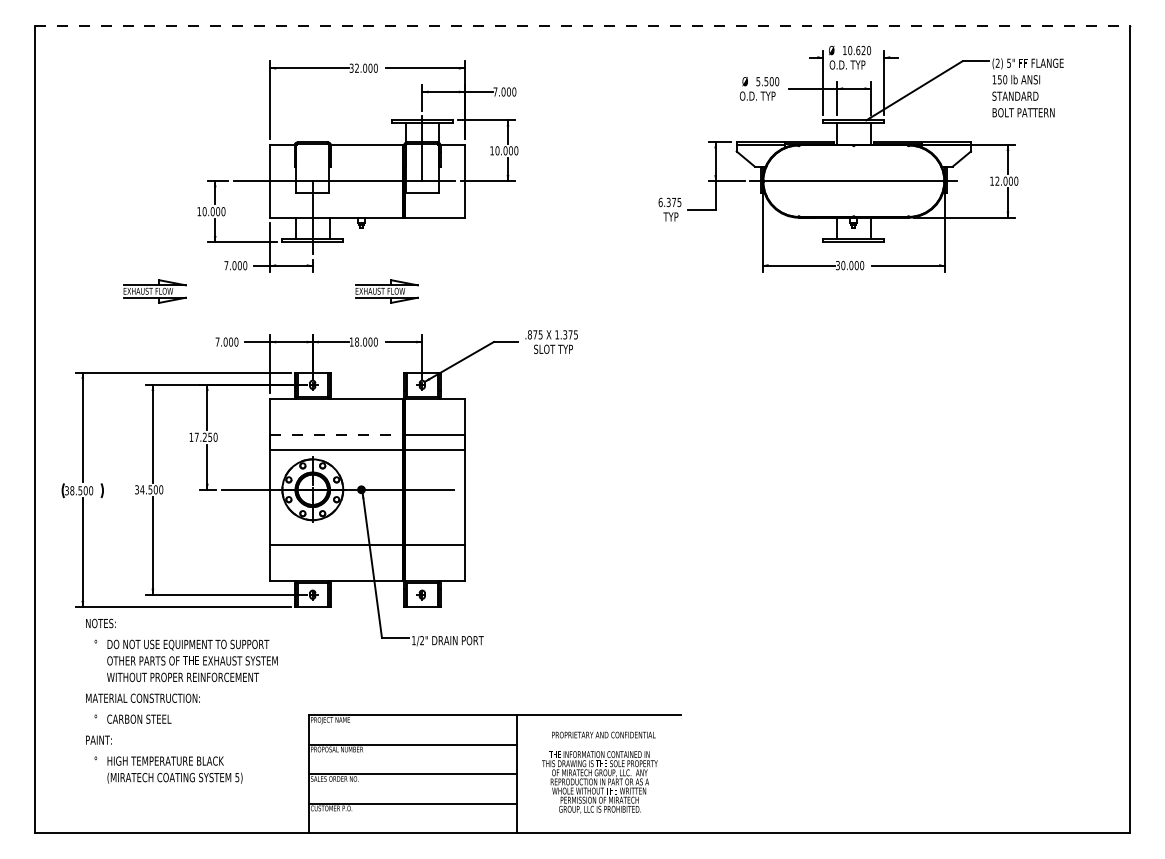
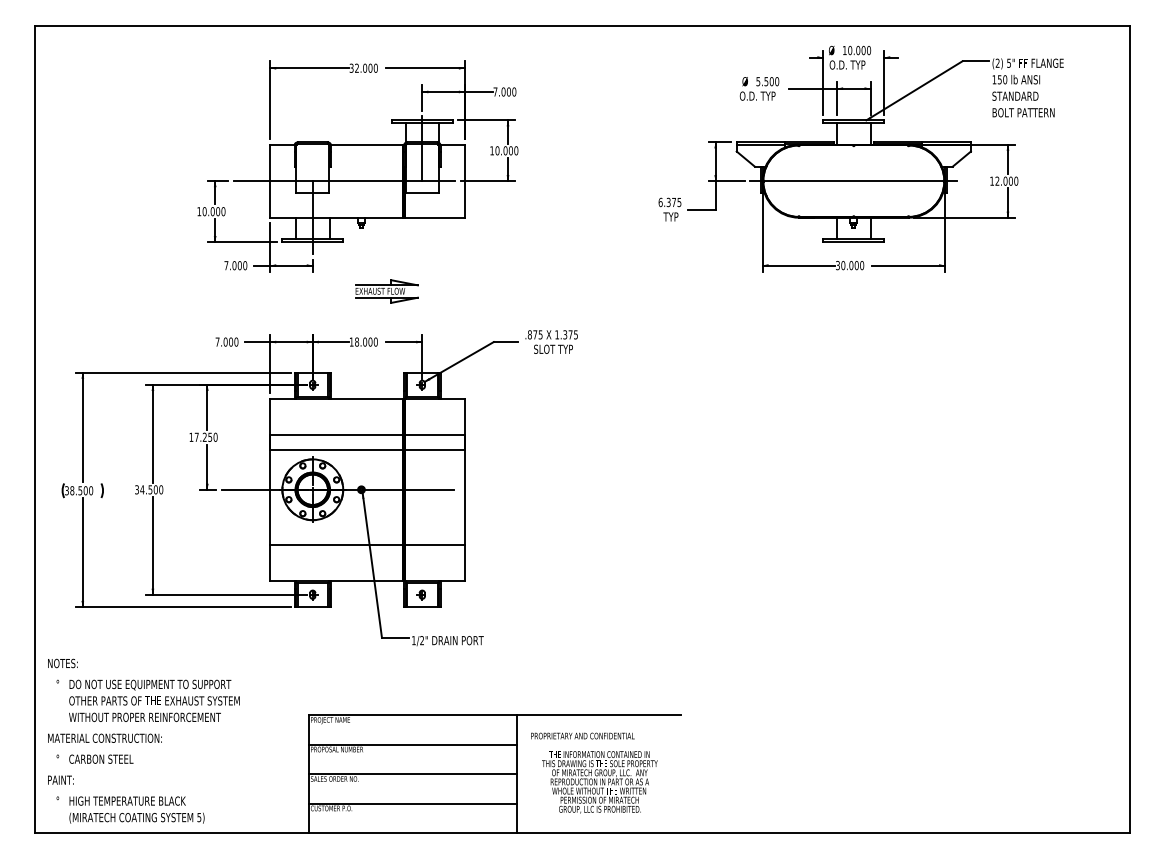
line at (582, 25): dashed -> solid
text at (860, 50): 10.620 -> 10.000
part at (154, 291): present -> none
line at (336, 435): dashed -> solid
text at (181, 700) position: (181, 700) -> (143, 740)
text at (603, 734) position: (603, 734) -> (582, 735)
